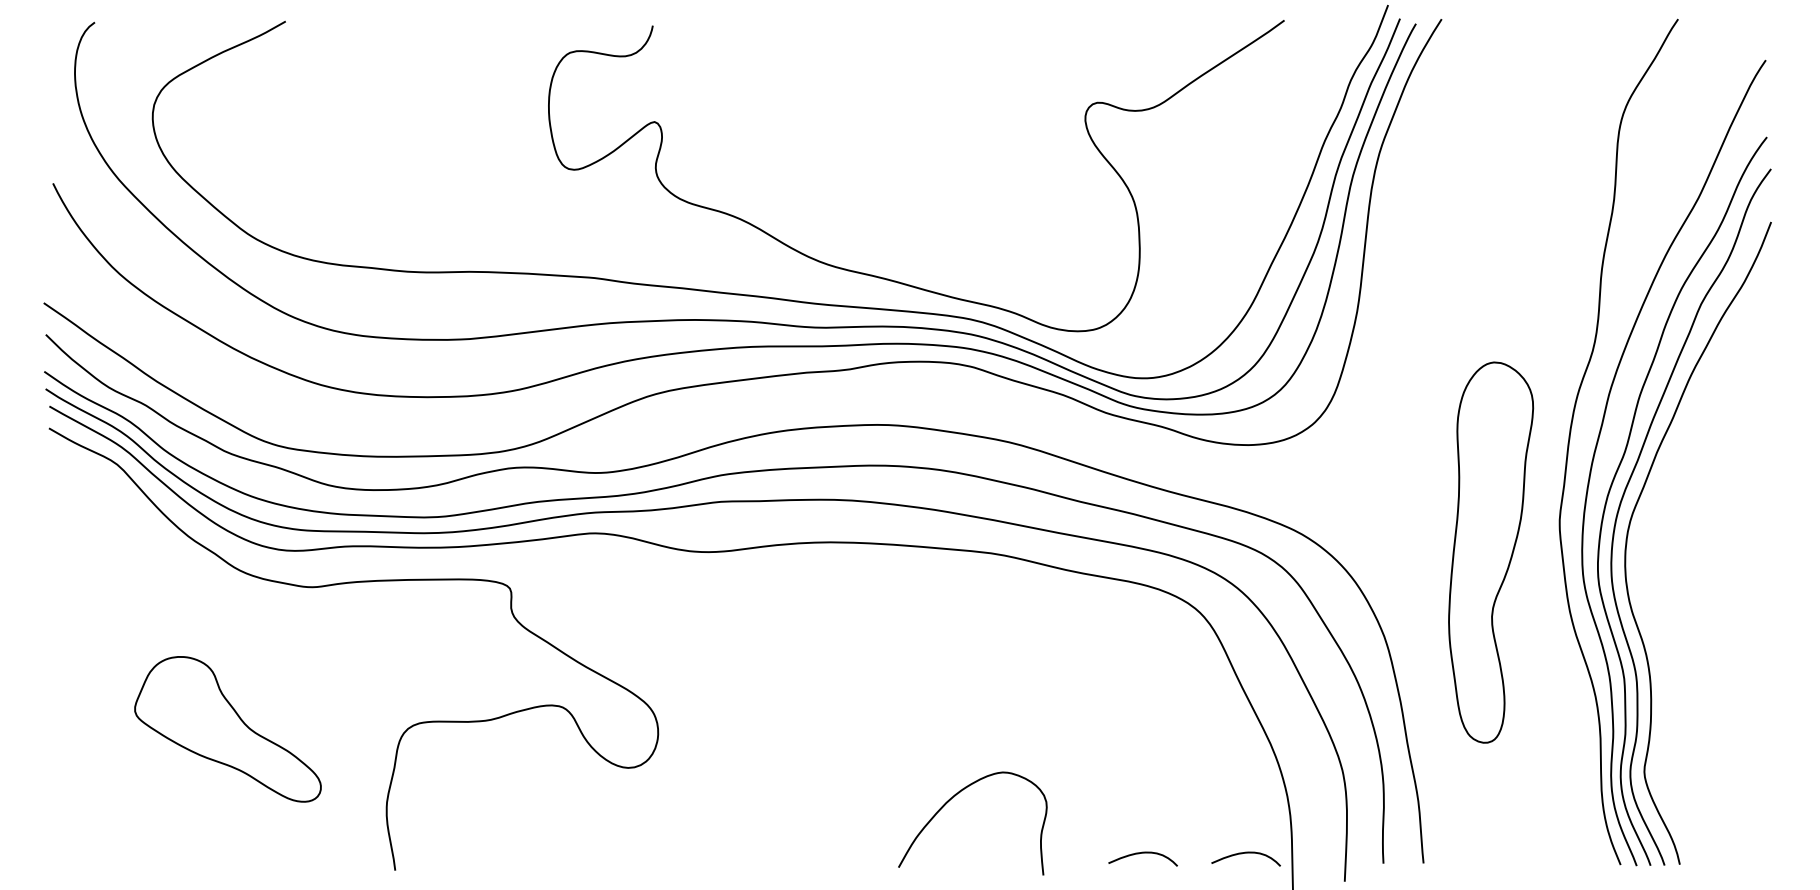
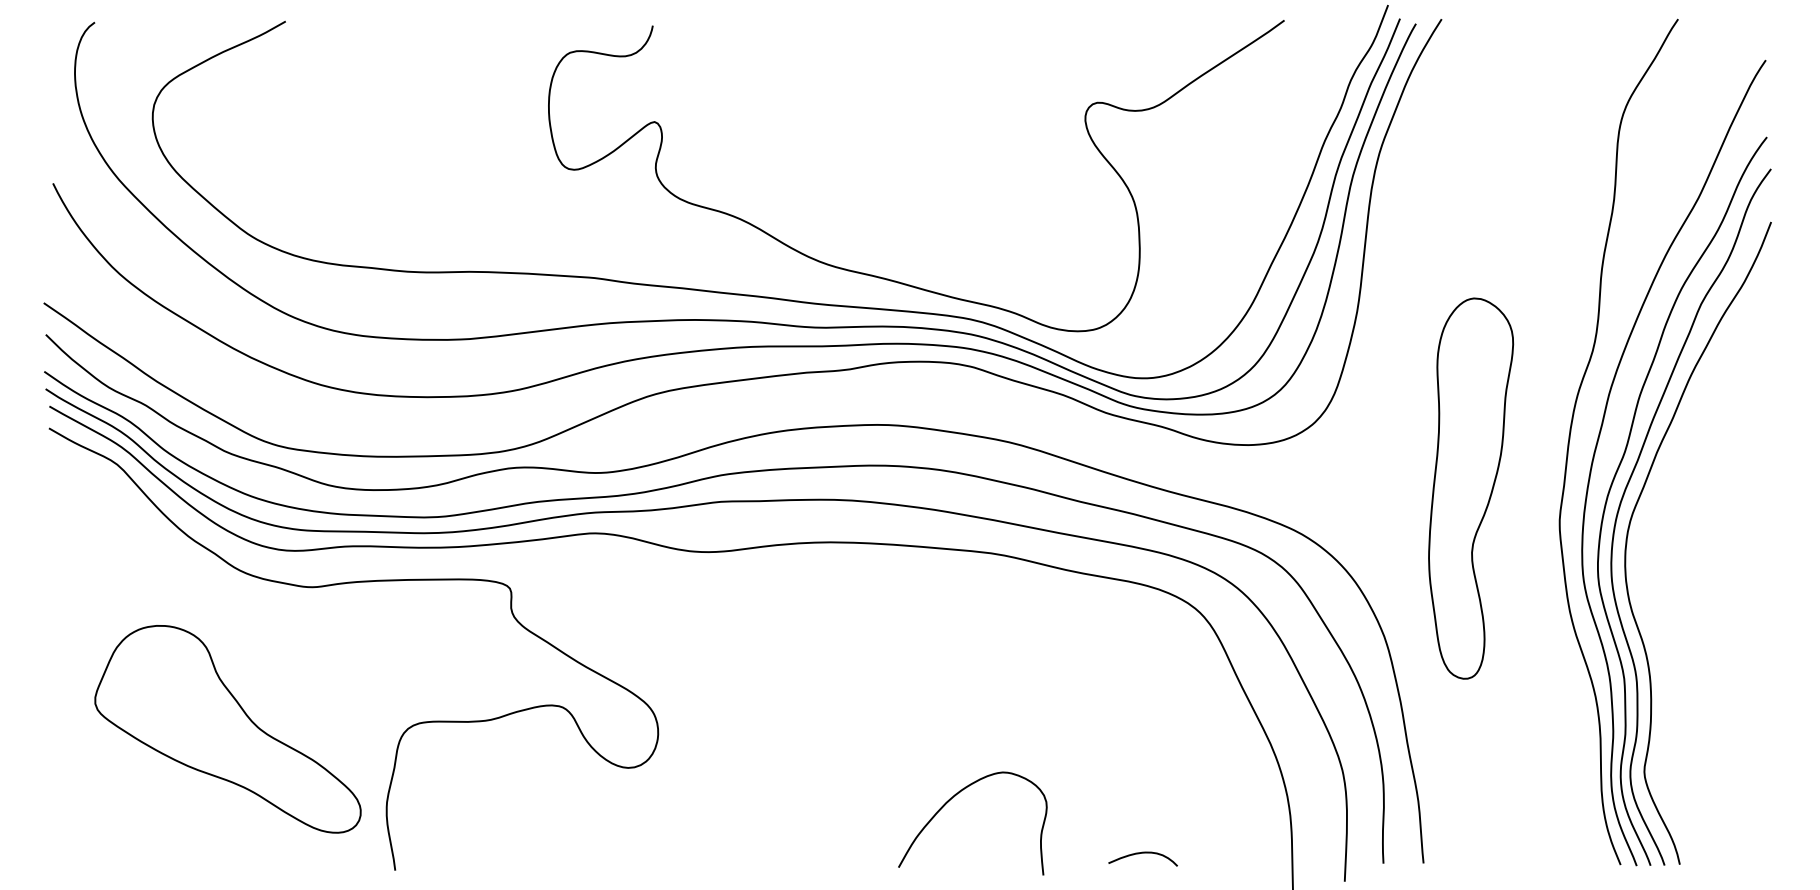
part at (1491, 552) position: (1491, 552) -> (1471, 488)
part at (227, 729) size: 188x147 px -> 268x209 px
curve at (1245, 853): present -> none
